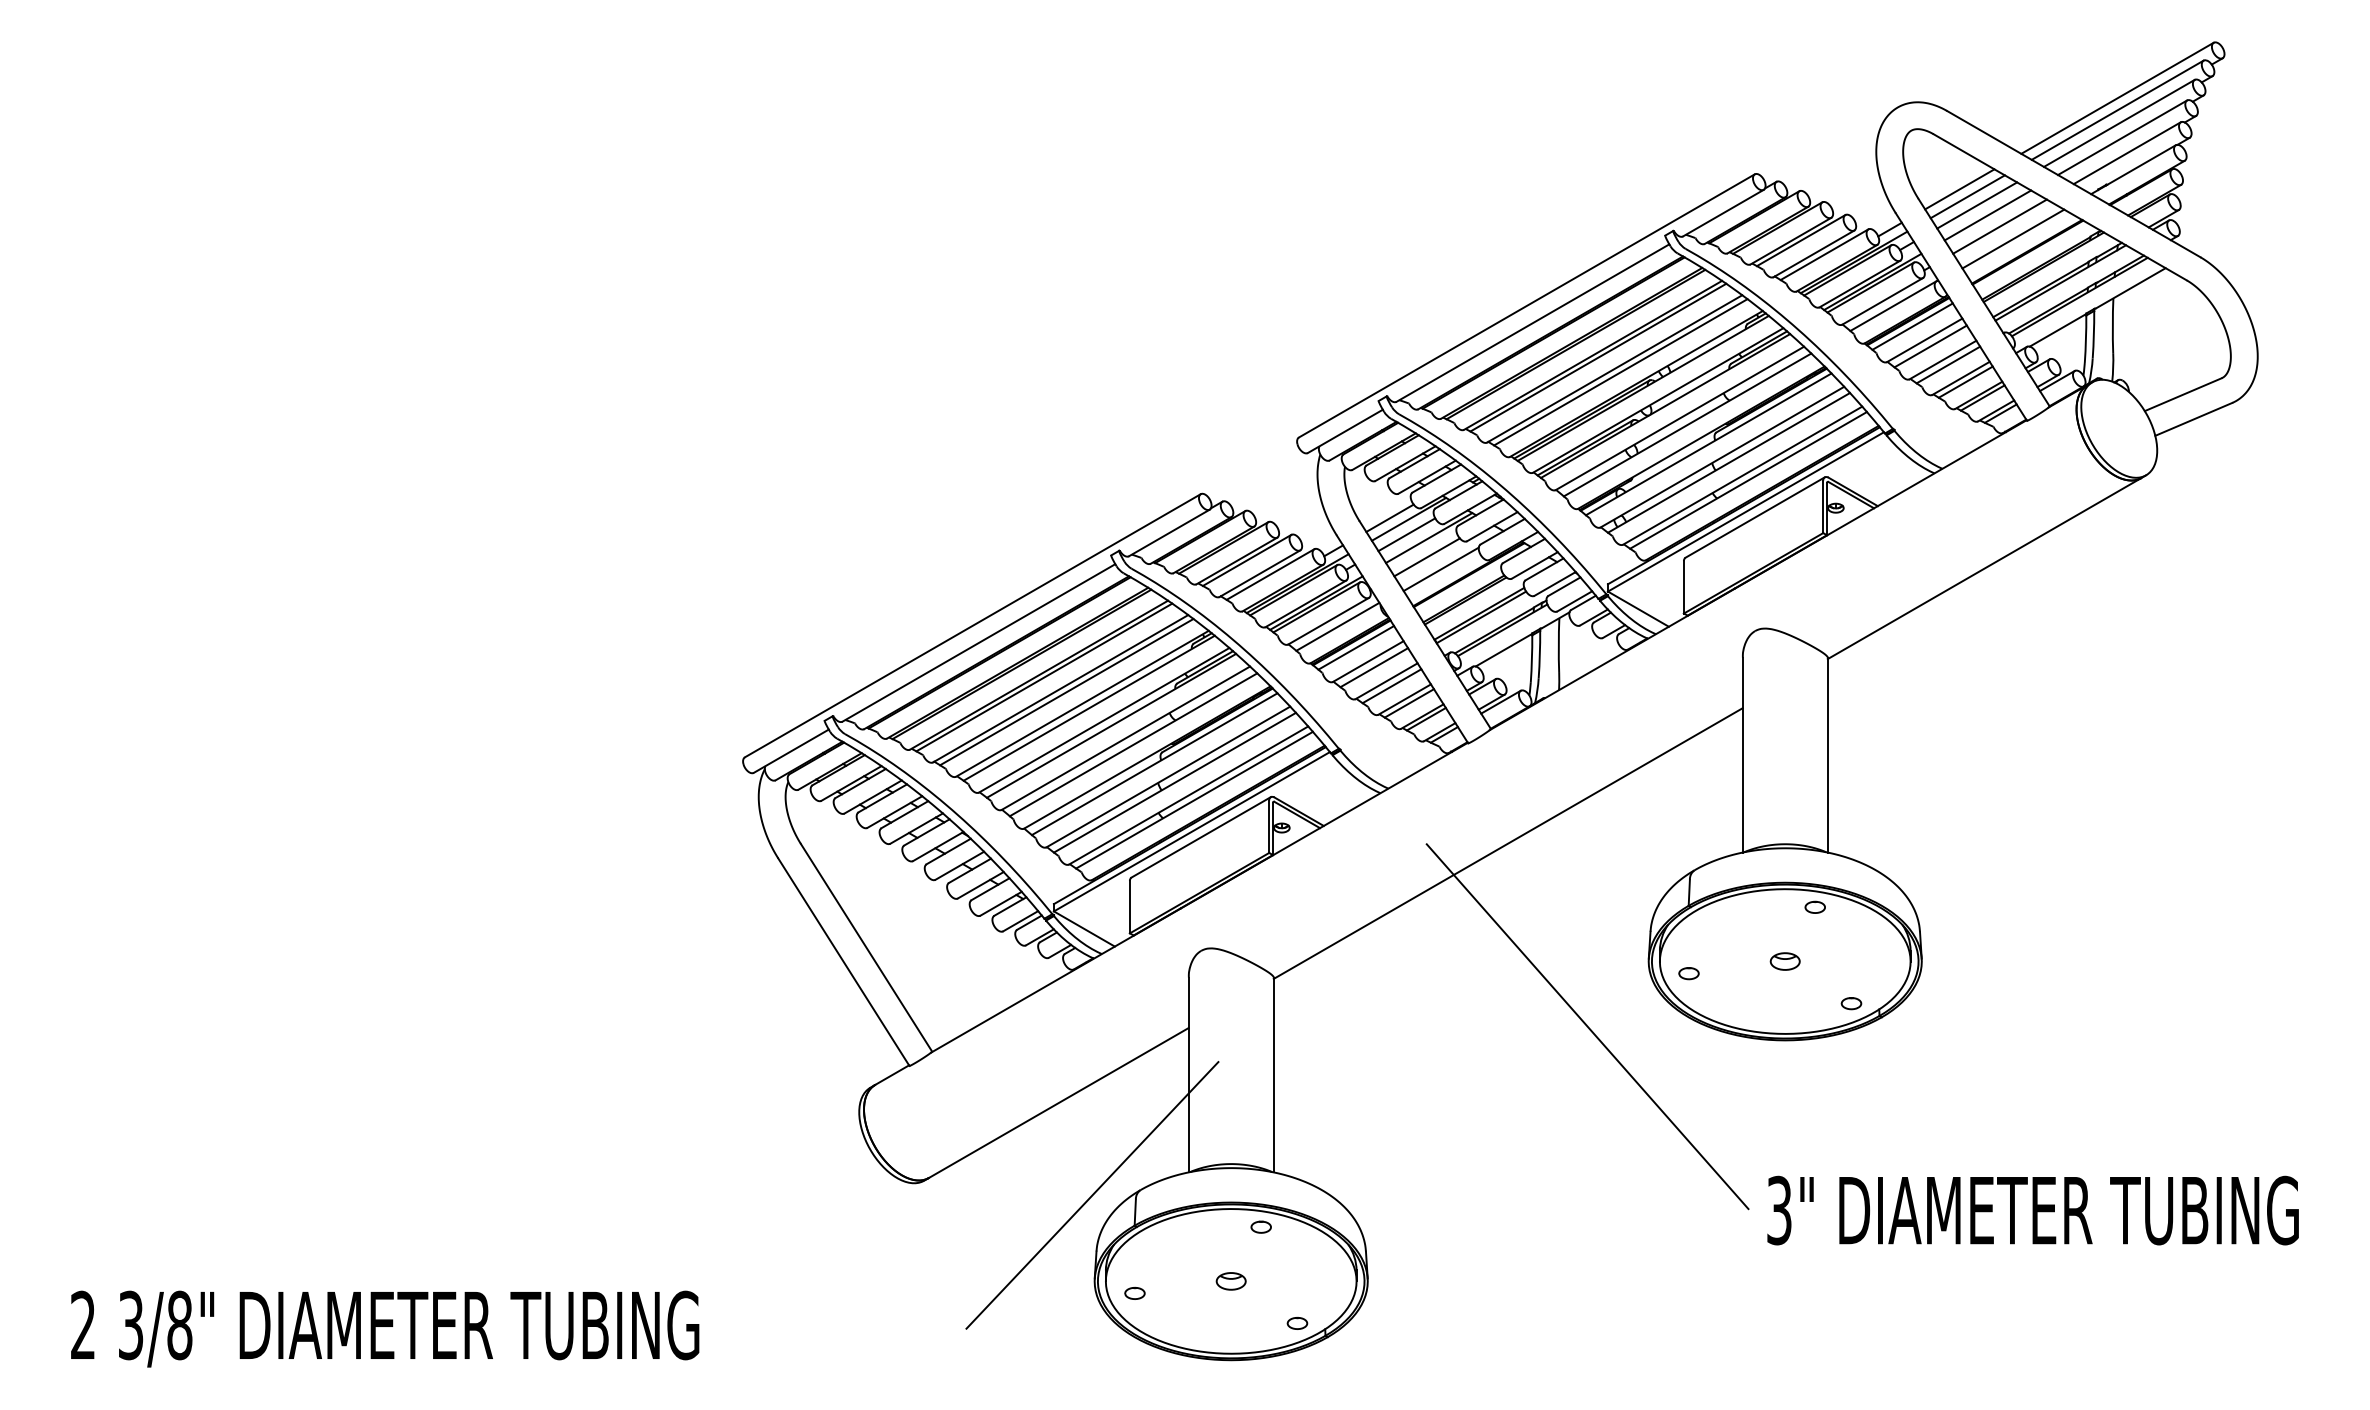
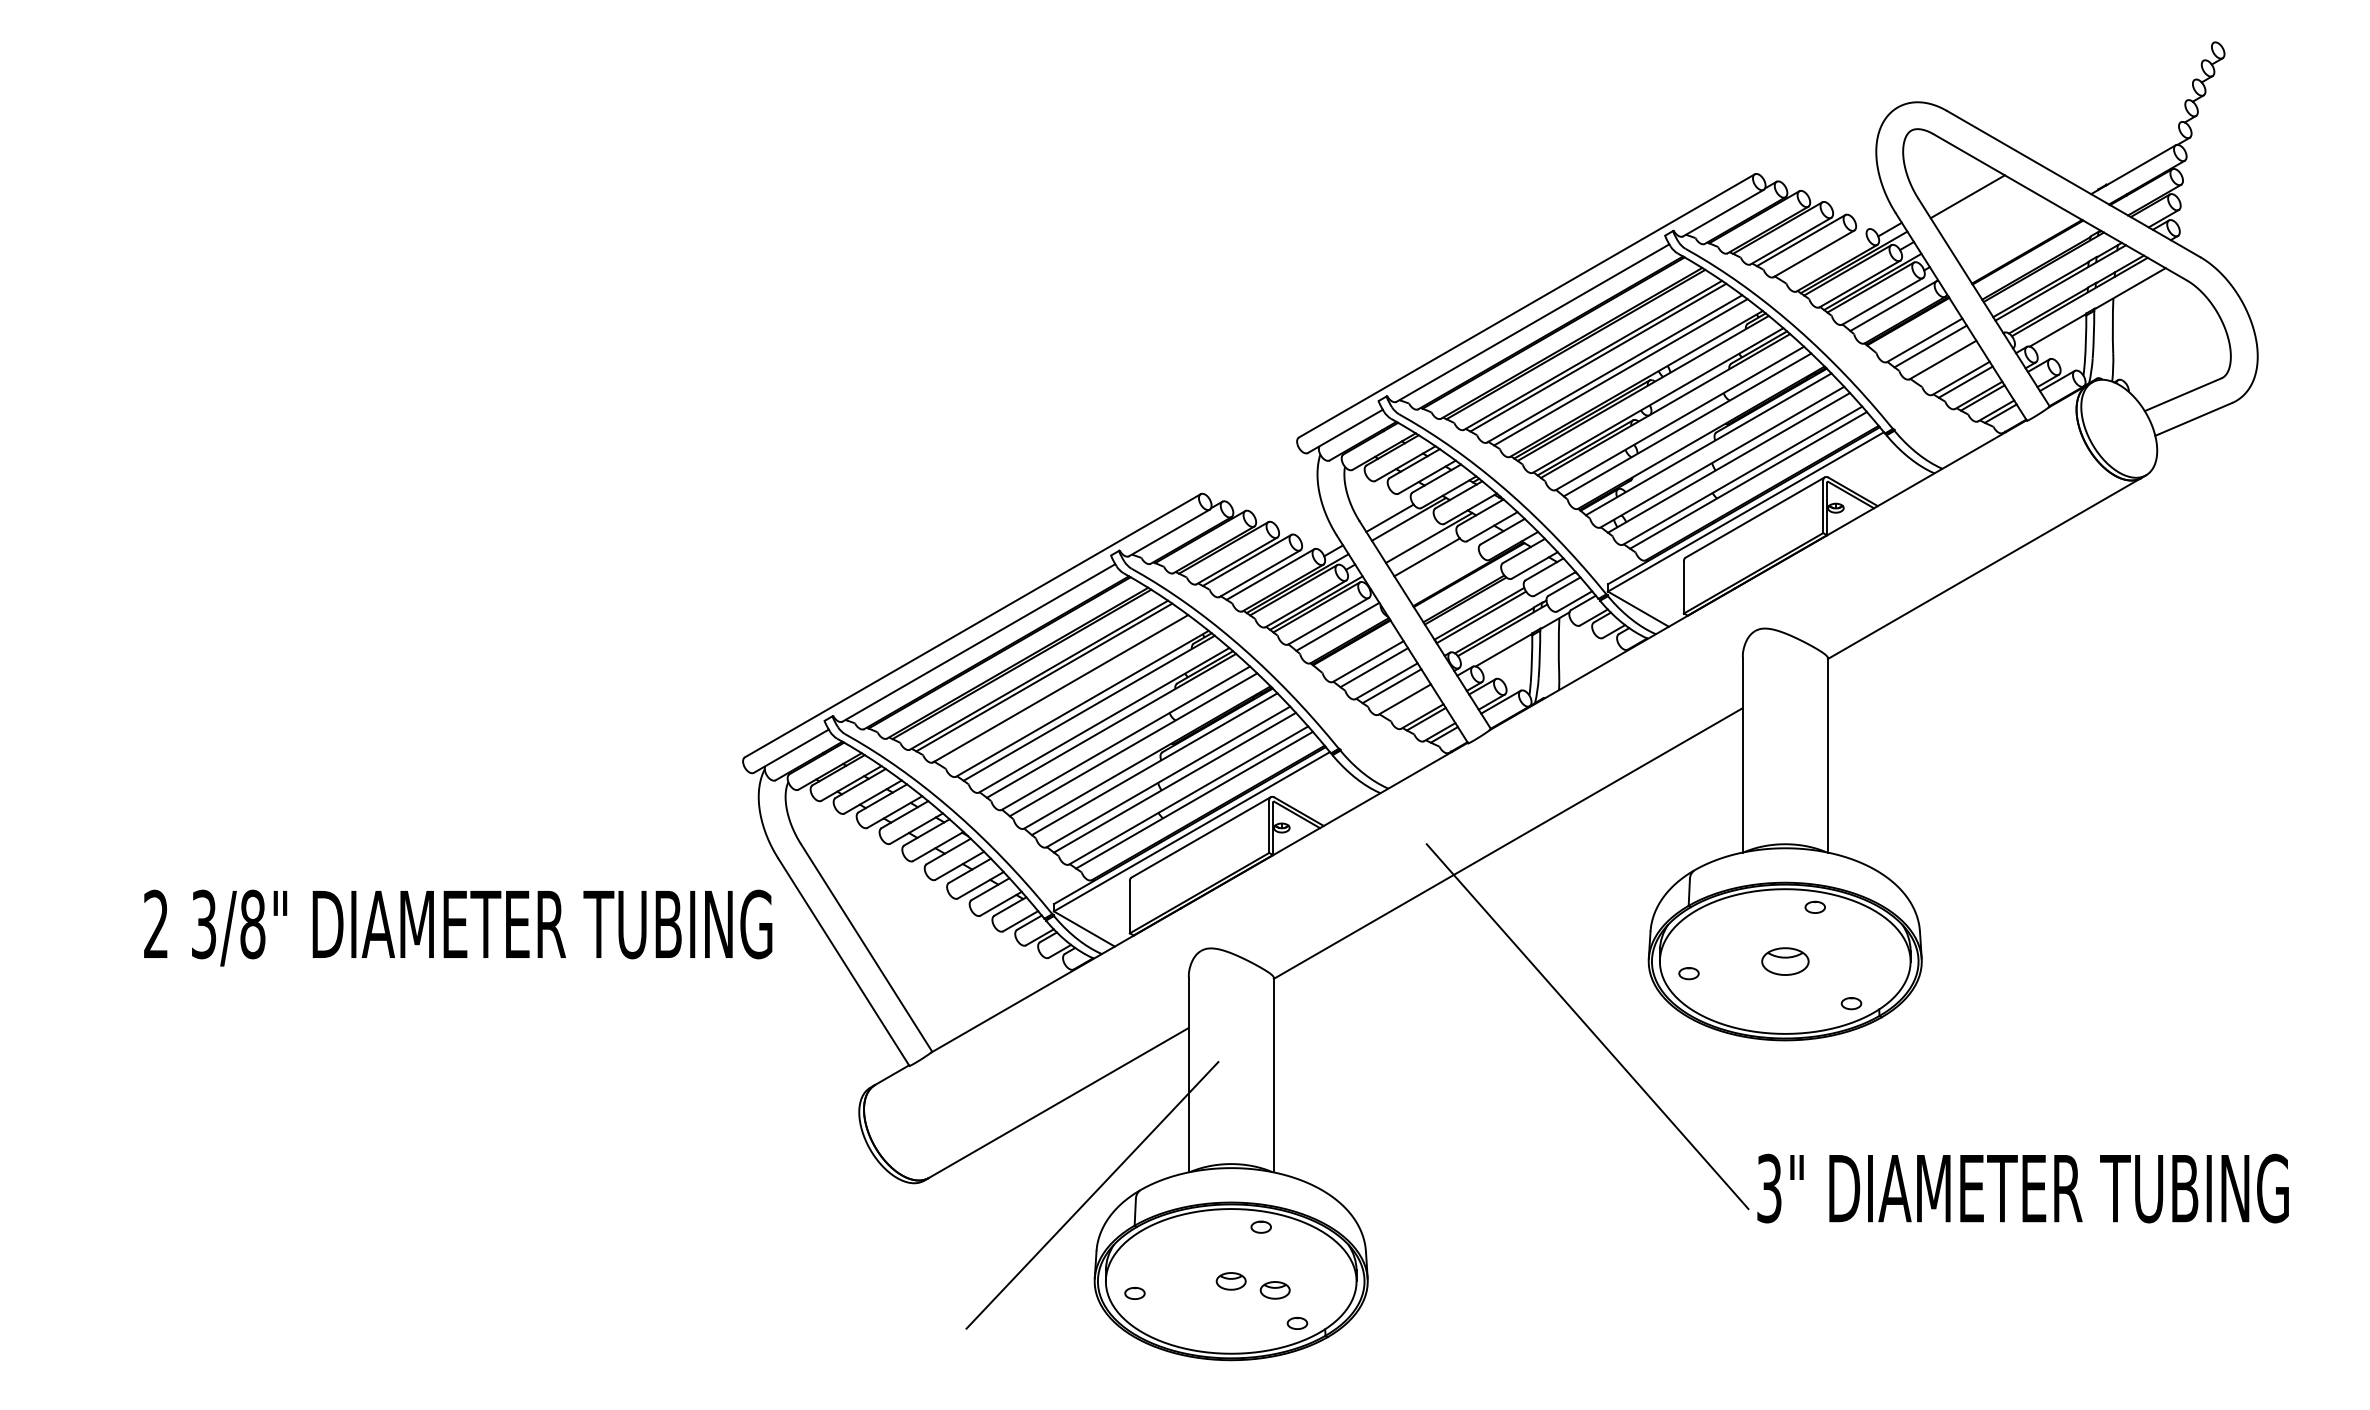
line at (2117, 97): present -> none
line at (2117, 109): present -> none
line at (2118, 122): present -> none
line at (2122, 137): present -> none
line at (2126, 153): present -> none
line at (1959, 189): present -> none
line at (1977, 205): present -> none
line at (1987, 215): present -> none
line at (1999, 226): present -> none
line at (2013, 238): present -> none
line at (1824, 254): present -> none
line at (1912, 326): present -> none
line at (1948, 364): present -> none
line at (1406, 534): present -> none
line at (1440, 569): present -> none
line at (1356, 647): present -> none
line at (1066, 691): present -> none
line at (1408, 703): present -> none
part at (1784, 961) size: 32x19 px -> 49x29 px
text at (2032, 1210) position: (2032, 1210) -> (2022, 1188)
part at (1274, 1290): none -> present
text at (385, 1328) position: (385, 1328) -> (458, 927)
